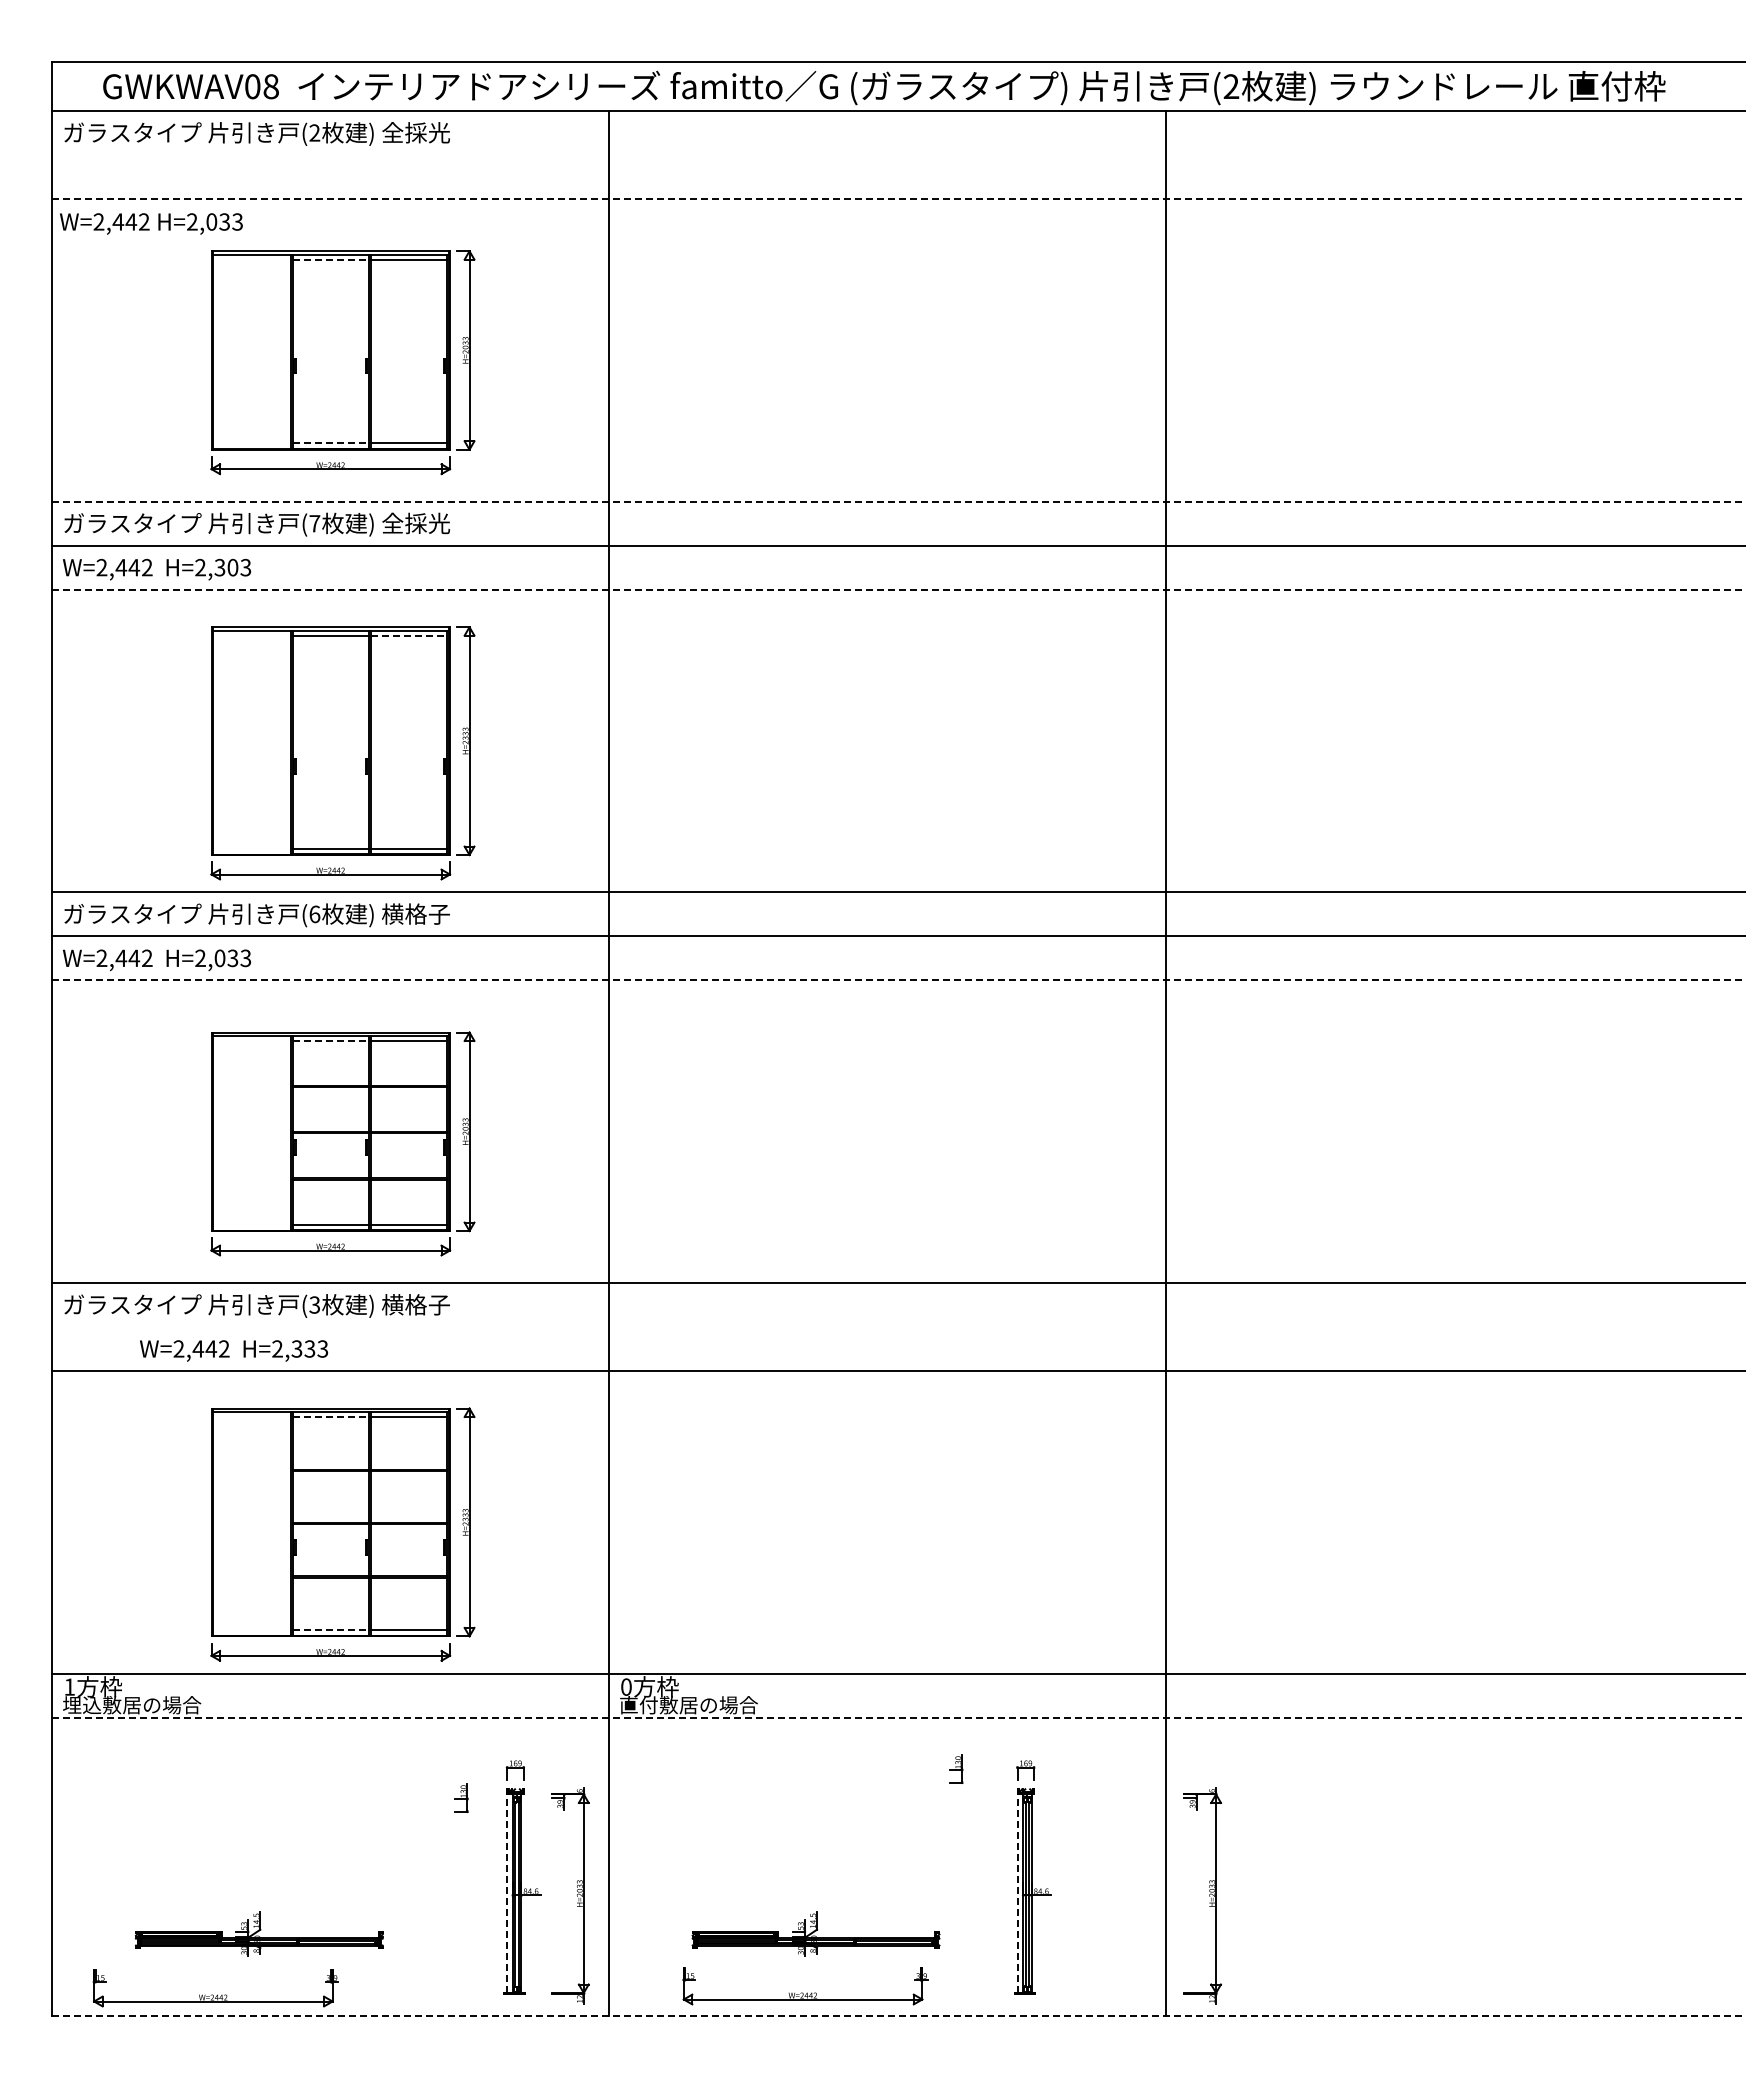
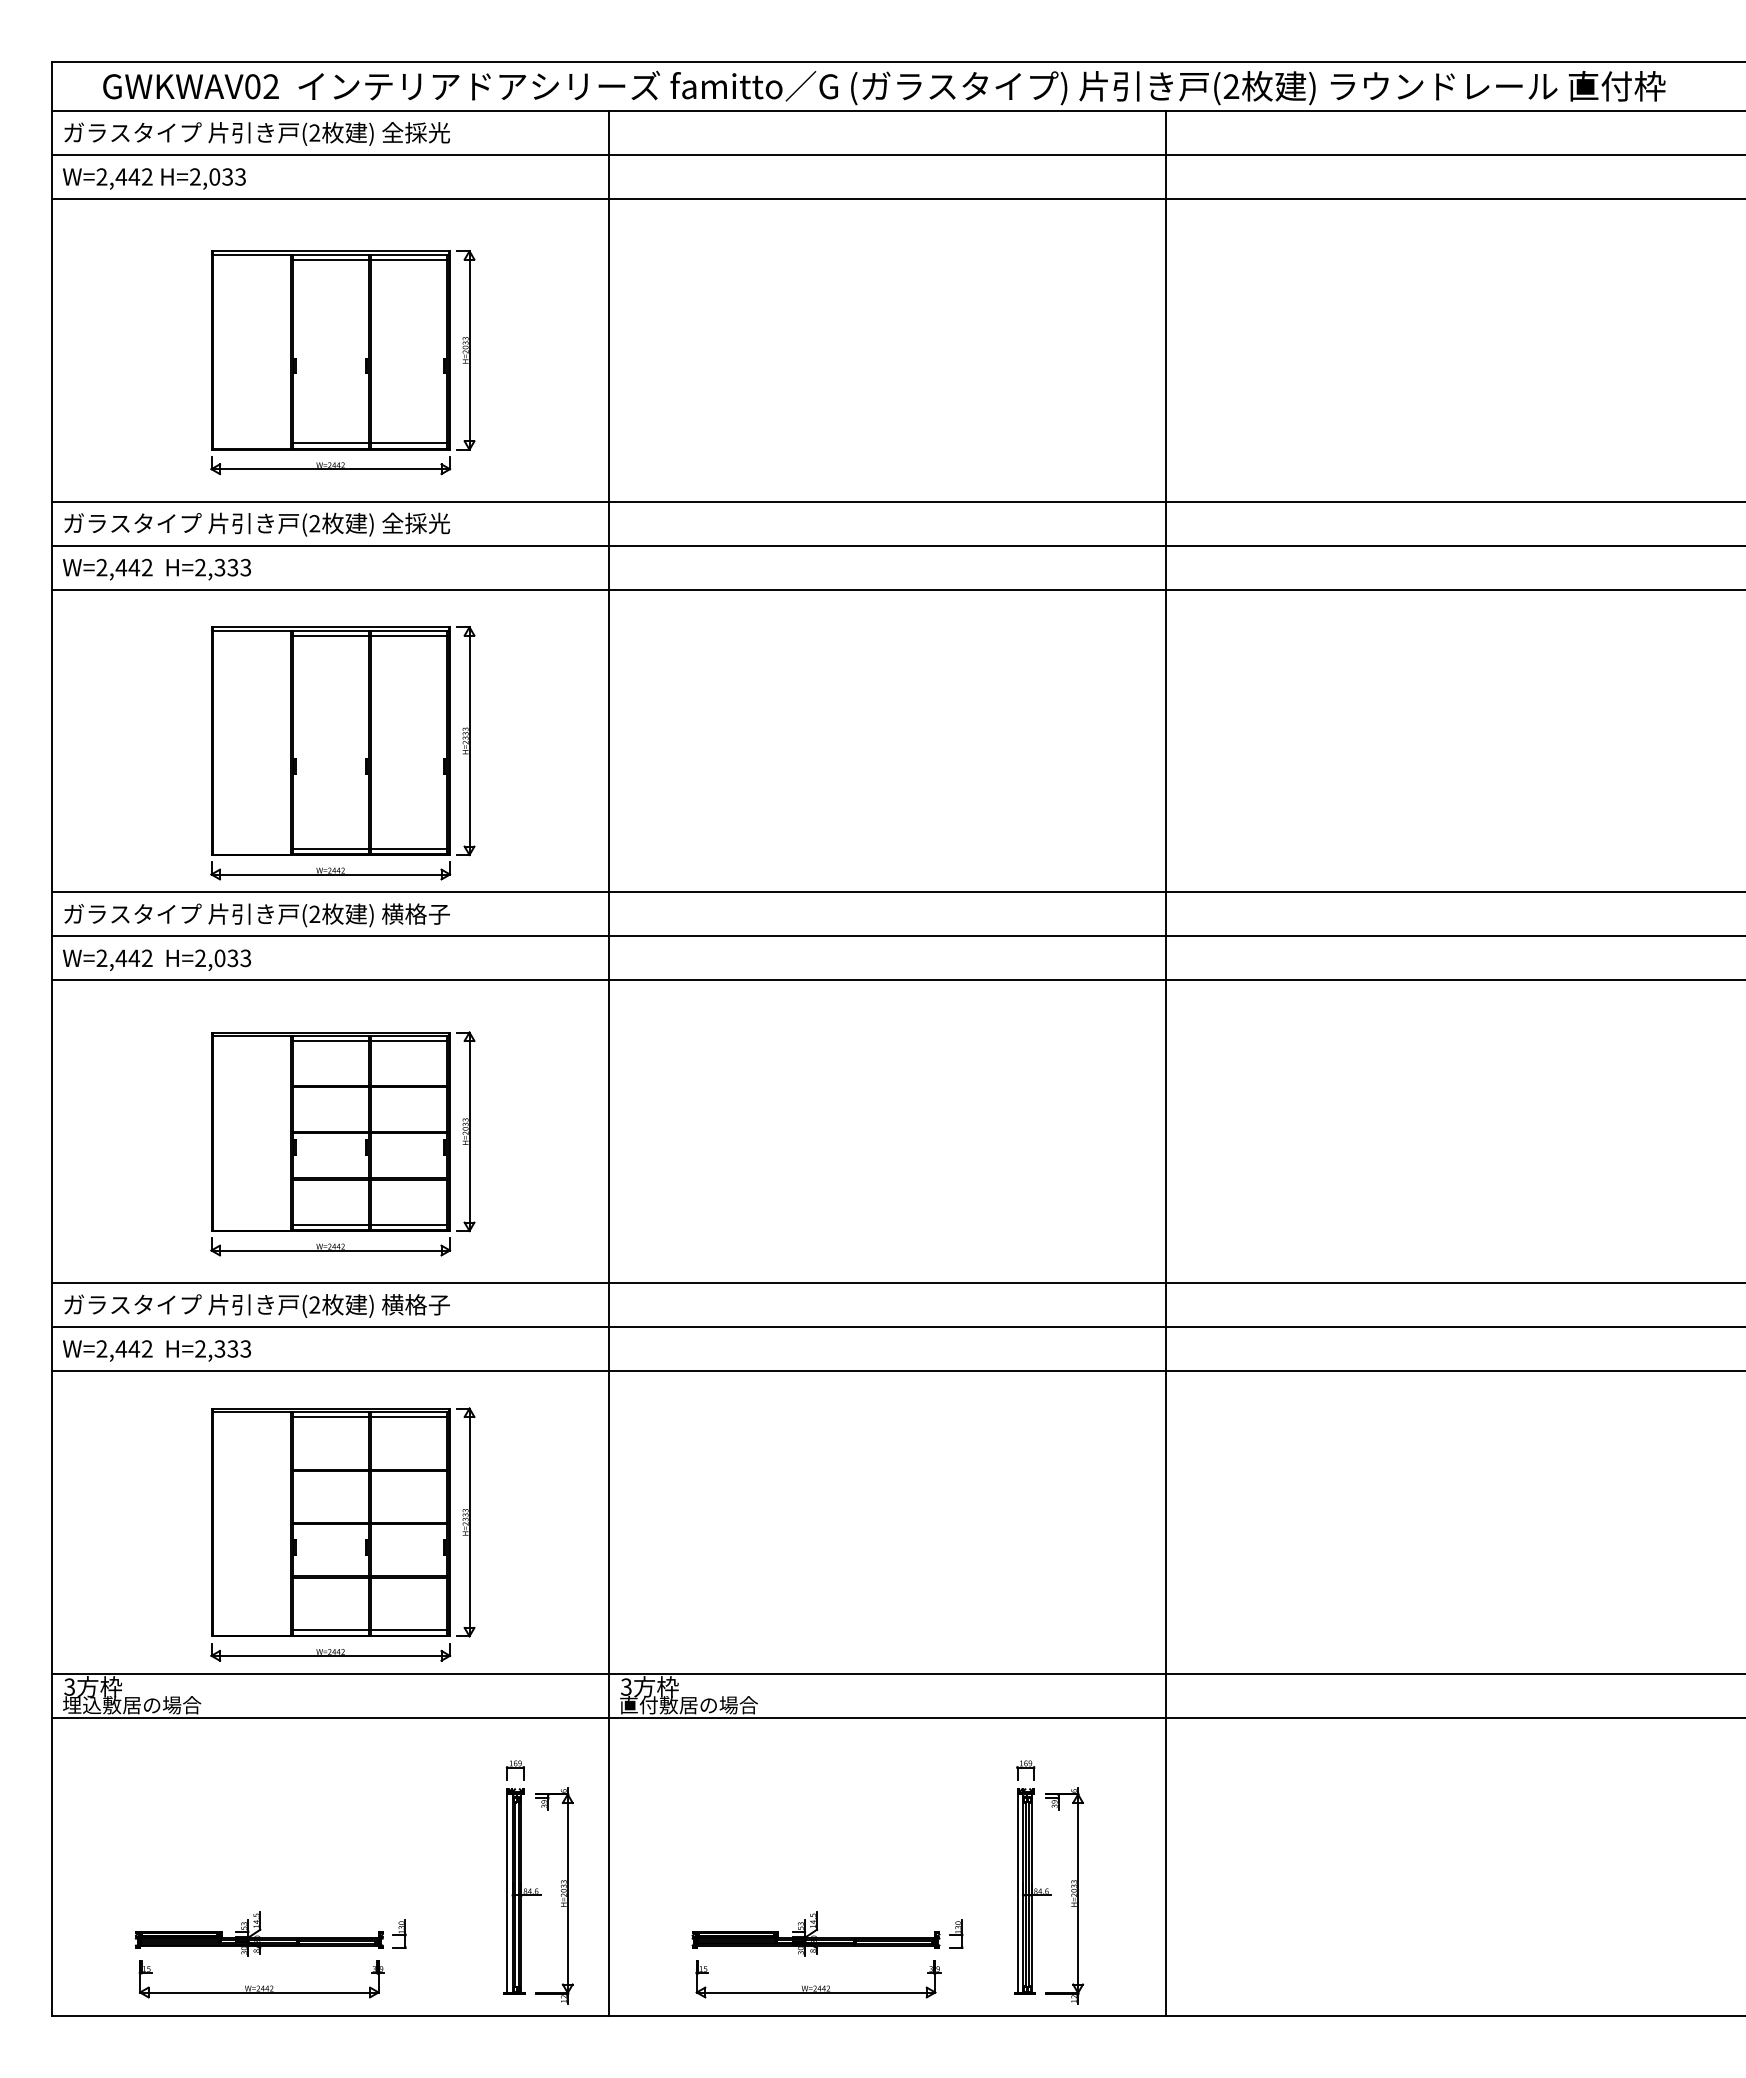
text at (270, 86): GWKWAV08 -> GWKWAV02
line at (897, 155): none -> present
line at (899, 199): dashed -> solid
text at (151, 223) position: (151, 223) -> (154, 178)
line at (331, 259): dashed -> solid
line at (331, 443): dashed -> solid
line at (899, 501): dashed -> solid
text at (314, 523): (7 -> (2
text at (232, 567): H=2,303 -> H=2,333
line at (899, 589): dashed -> solid
line at (409, 635): dashed -> solid
text at (314, 914): (6 -> (2
line at (899, 980): dashed -> solid
line at (331, 1041): dashed -> solid
text at (314, 1305): (3 -> (2
line at (897, 1327): none -> present
text at (233, 1350) position: (233, 1350) -> (156, 1350)
line at (331, 1417): dashed -> solid
line at (331, 1629): dashed -> solid
text at (69, 1686): 1 -> 3
text at (626, 1686): 0 -> 3
line at (899, 1717): dashed -> solid
part at (956, 1768) position: (956, 1768) -> (956, 1933)
part at (461, 1797) position: (461, 1797) -> (399, 1933)
line at (507, 1893): dashed -> solid
line at (1017, 1893): dashed -> solid
part at (577, 1895) position: (577, 1895) -> (561, 1895)
part at (1209, 1895) position: (1209, 1895) -> (1071, 1895)
part at (807, 1992) position: (807, 1992) -> (820, 1985)
part at (217, 1994) position: (217, 1994) -> (263, 1985)
line at (899, 2015): dashed -> solid
